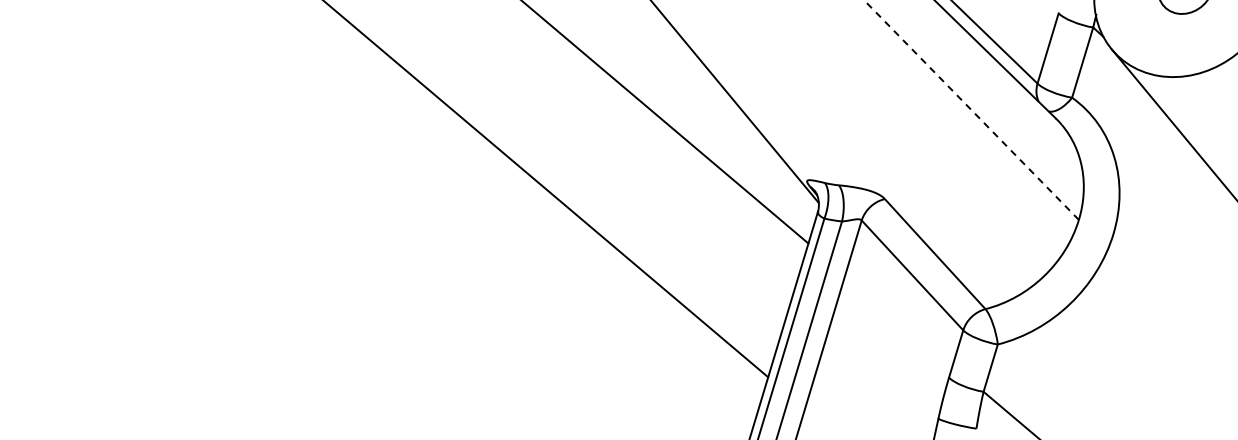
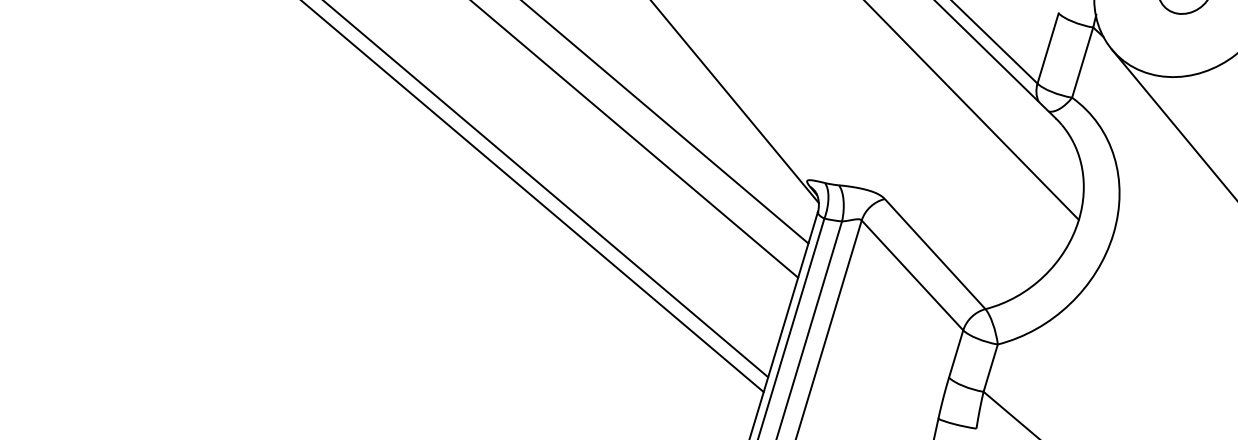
line at (971, 109): dashed -> solid
line at (635, 139): none -> present
line at (533, 197): none -> present
